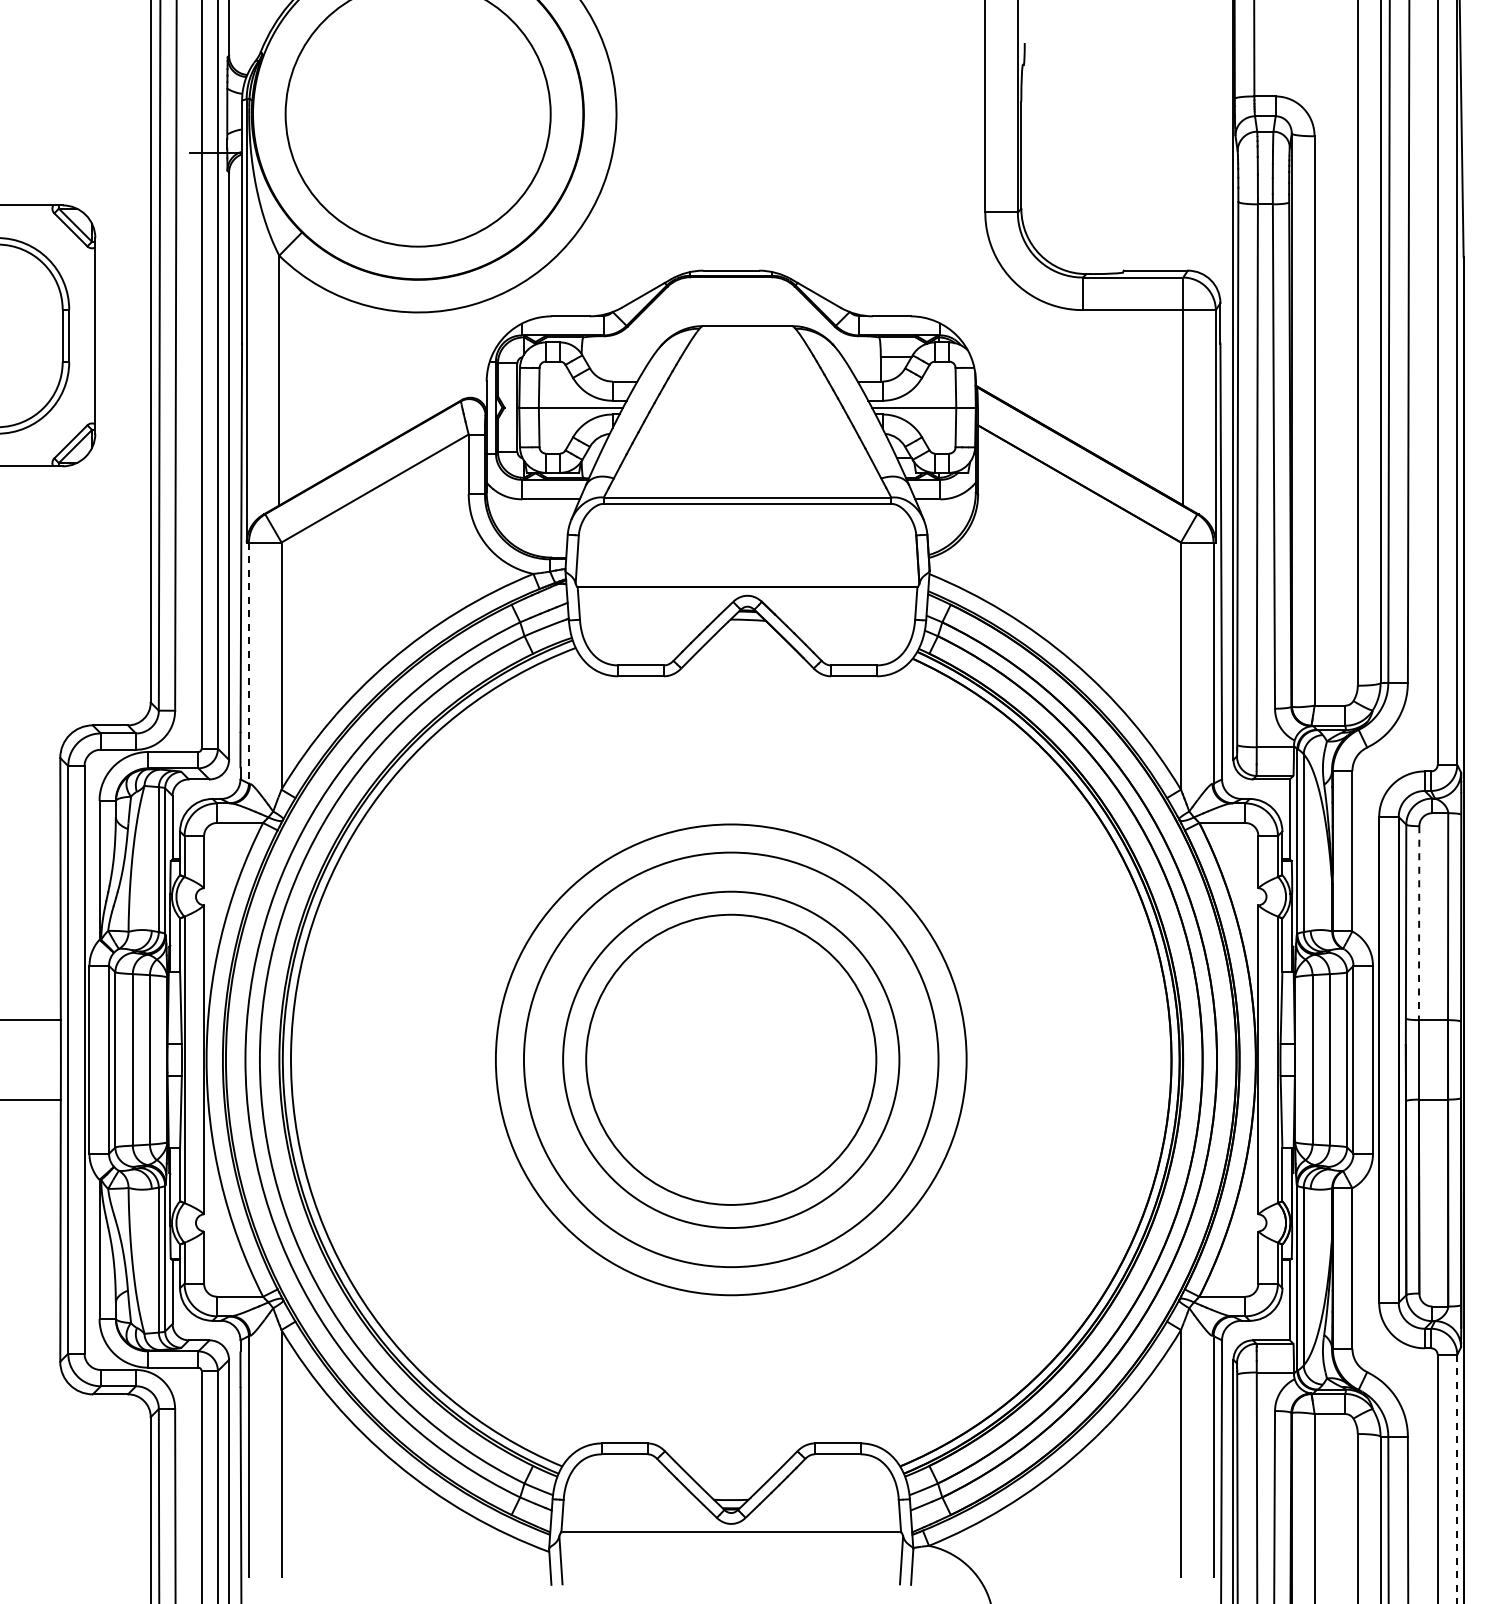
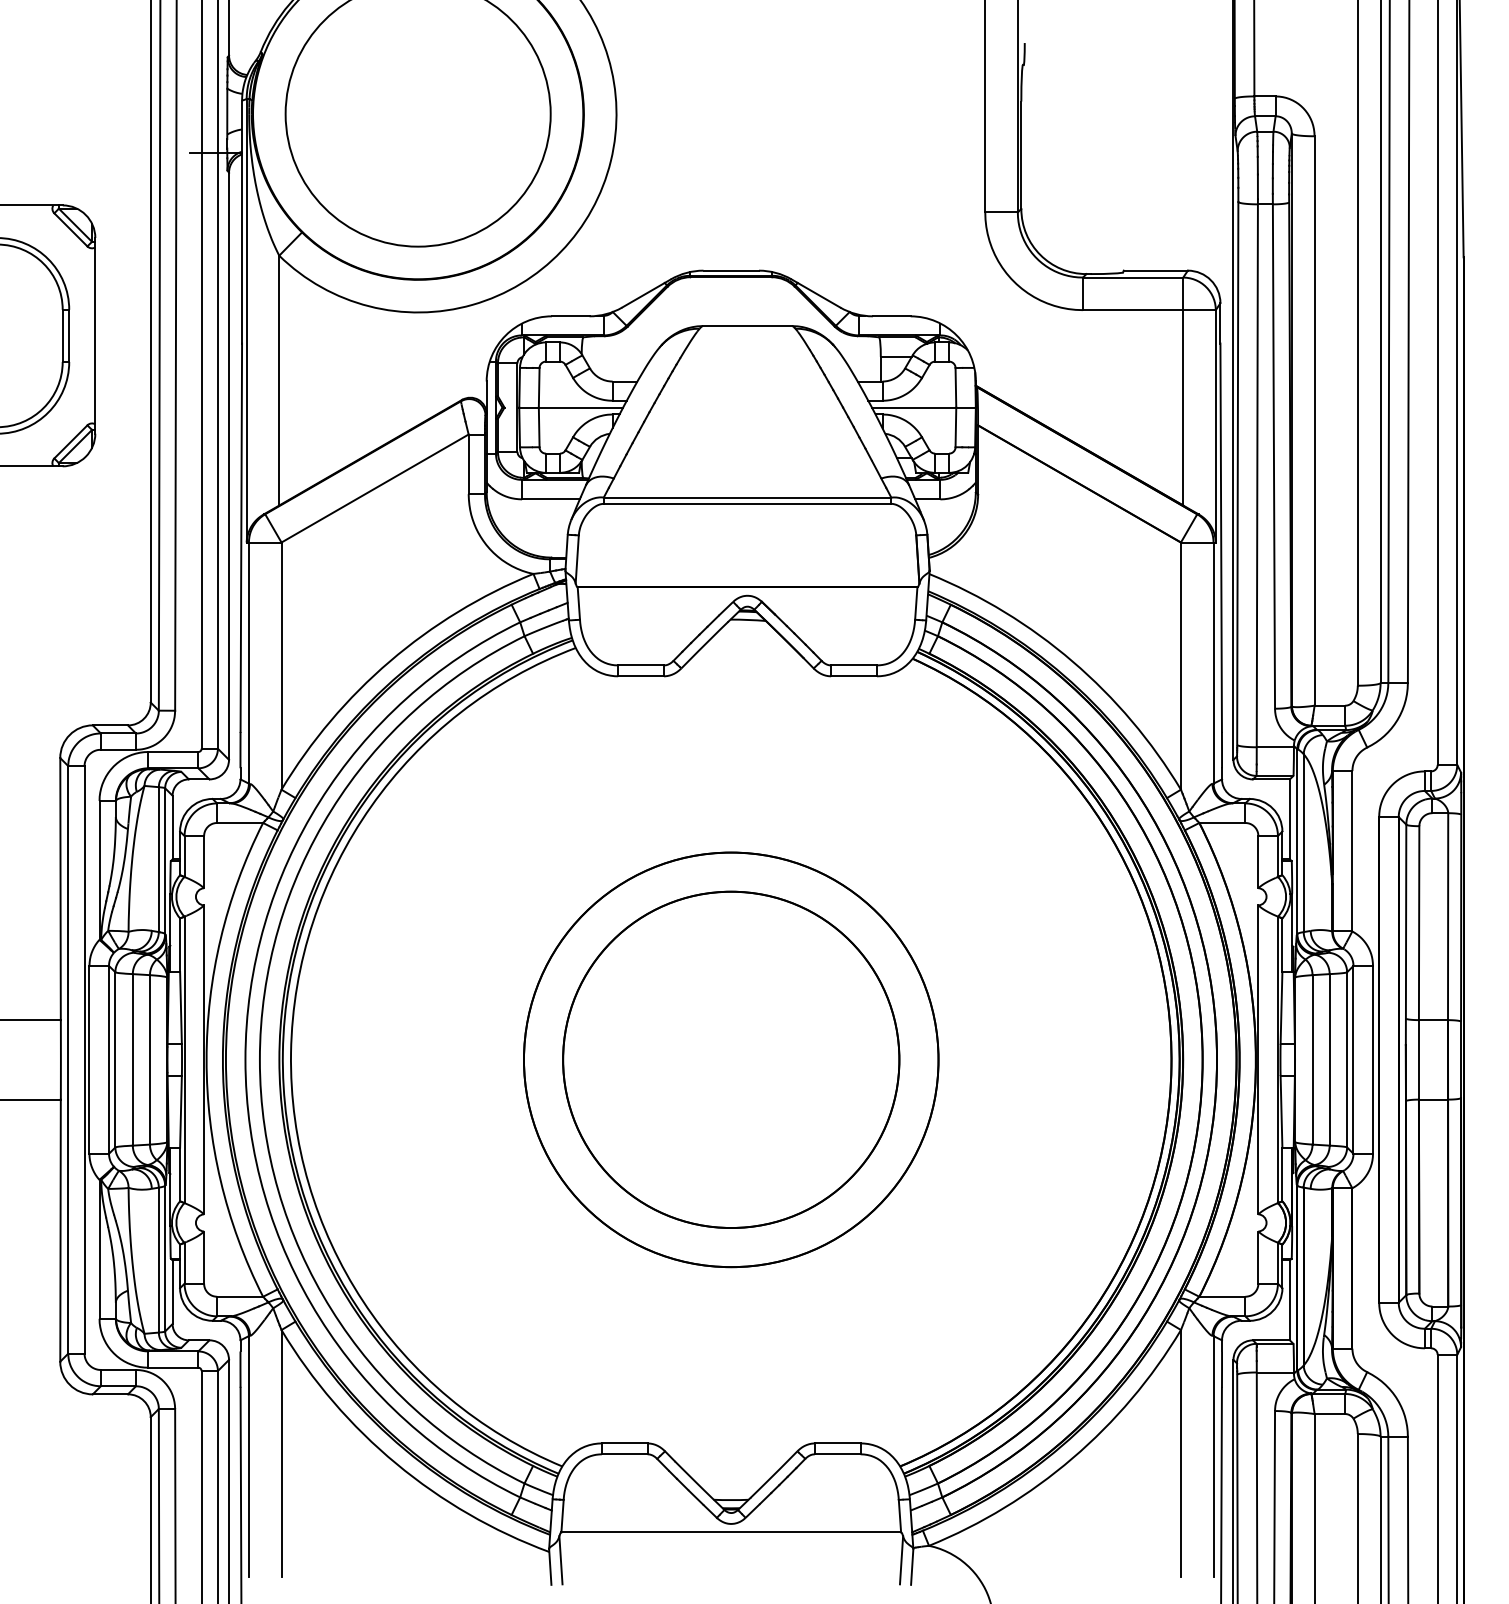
line at (248, 663): dashed -> solid
line at (1419, 923): dashed -> solid
circle at (730, 1059) diameter: 471 px -> 336 px
circle at (731, 1059) diameter: 290 px -> 415 px
line at (1457, 1479): dashed -> solid
